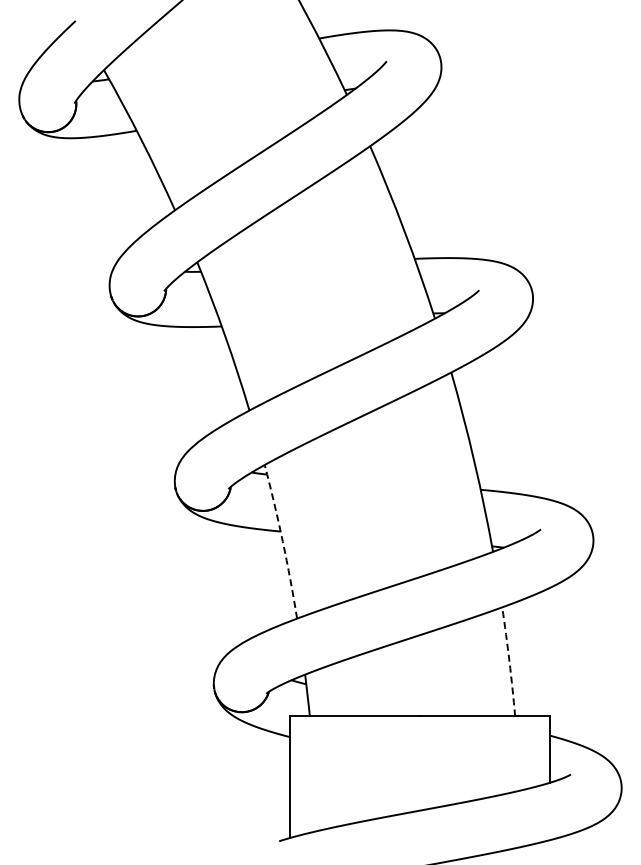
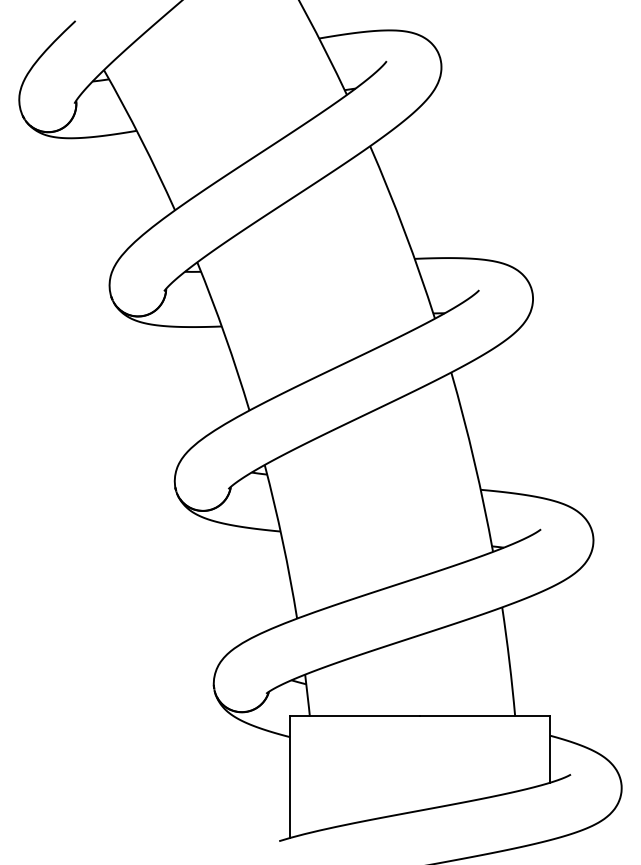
arc at (282, 541): dashed -> solid
arc at (509, 661): dashed -> solid
